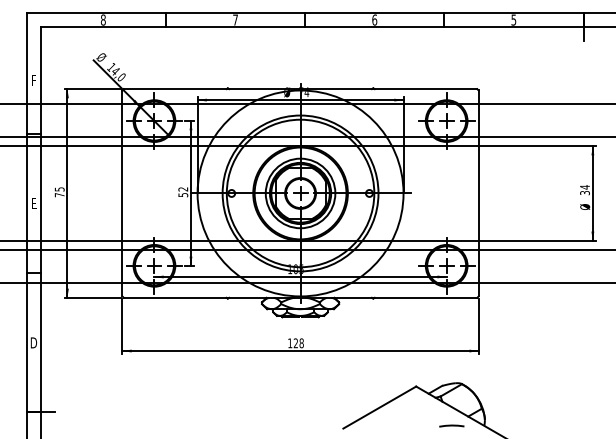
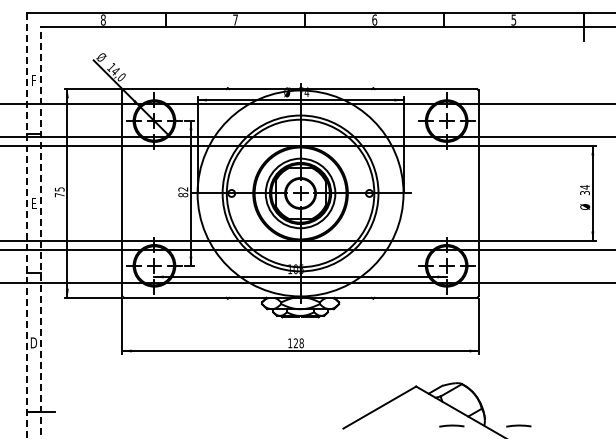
text at (183, 194): 52 -> 82
line at (26, 226): solid -> dashed
line at (40, 232): solid -> dashed
line at (518, 425): none -> present
